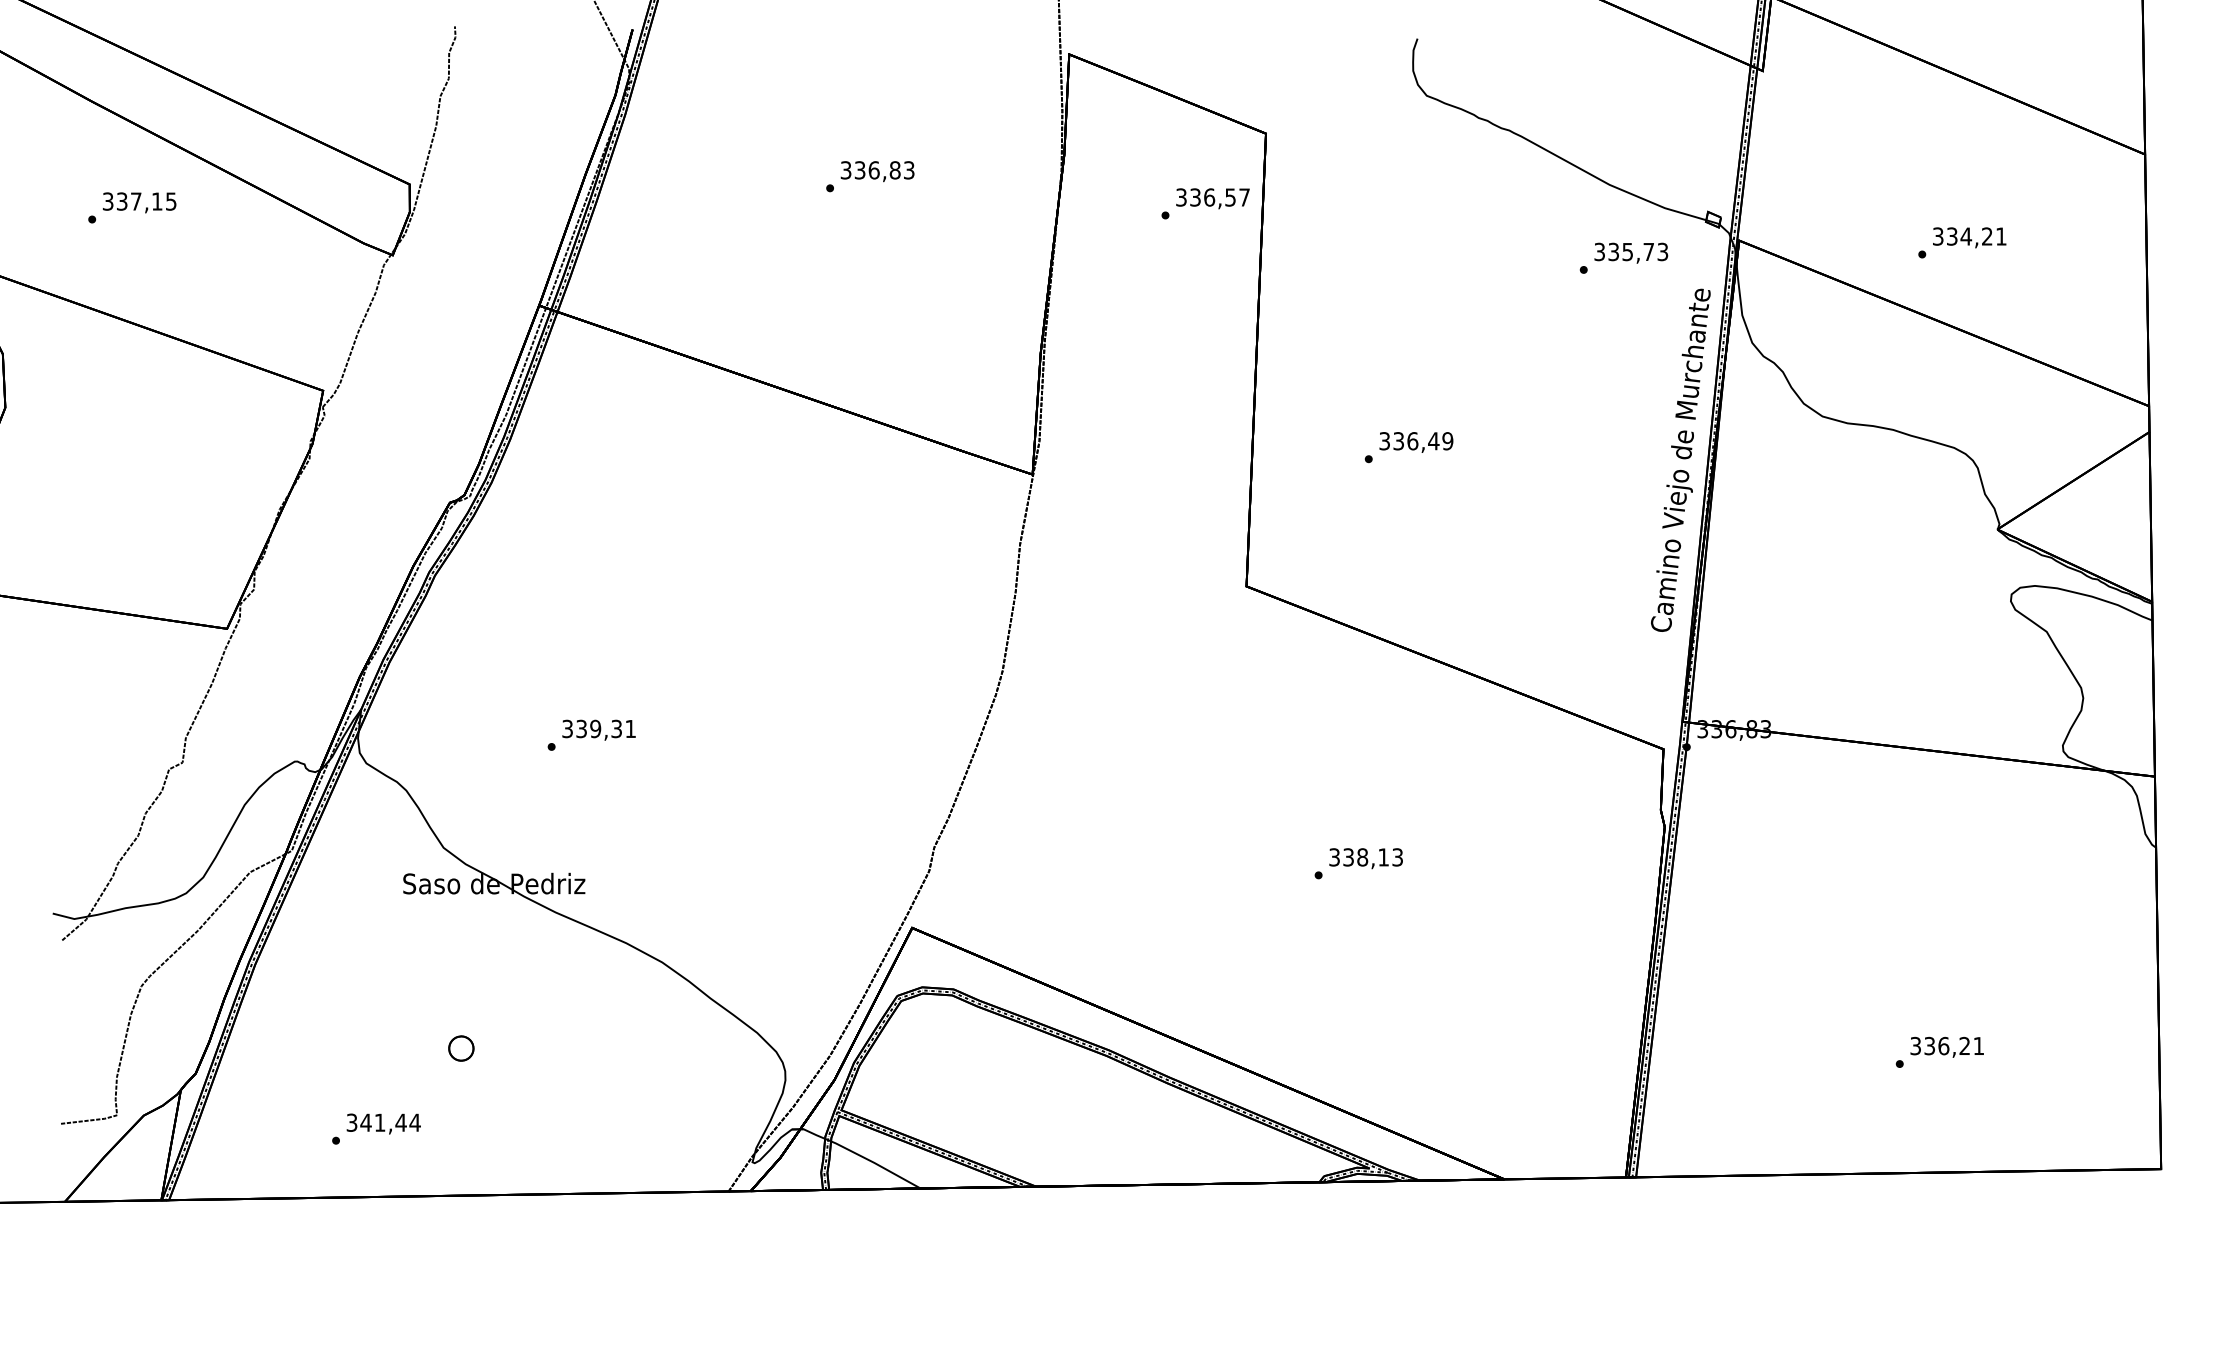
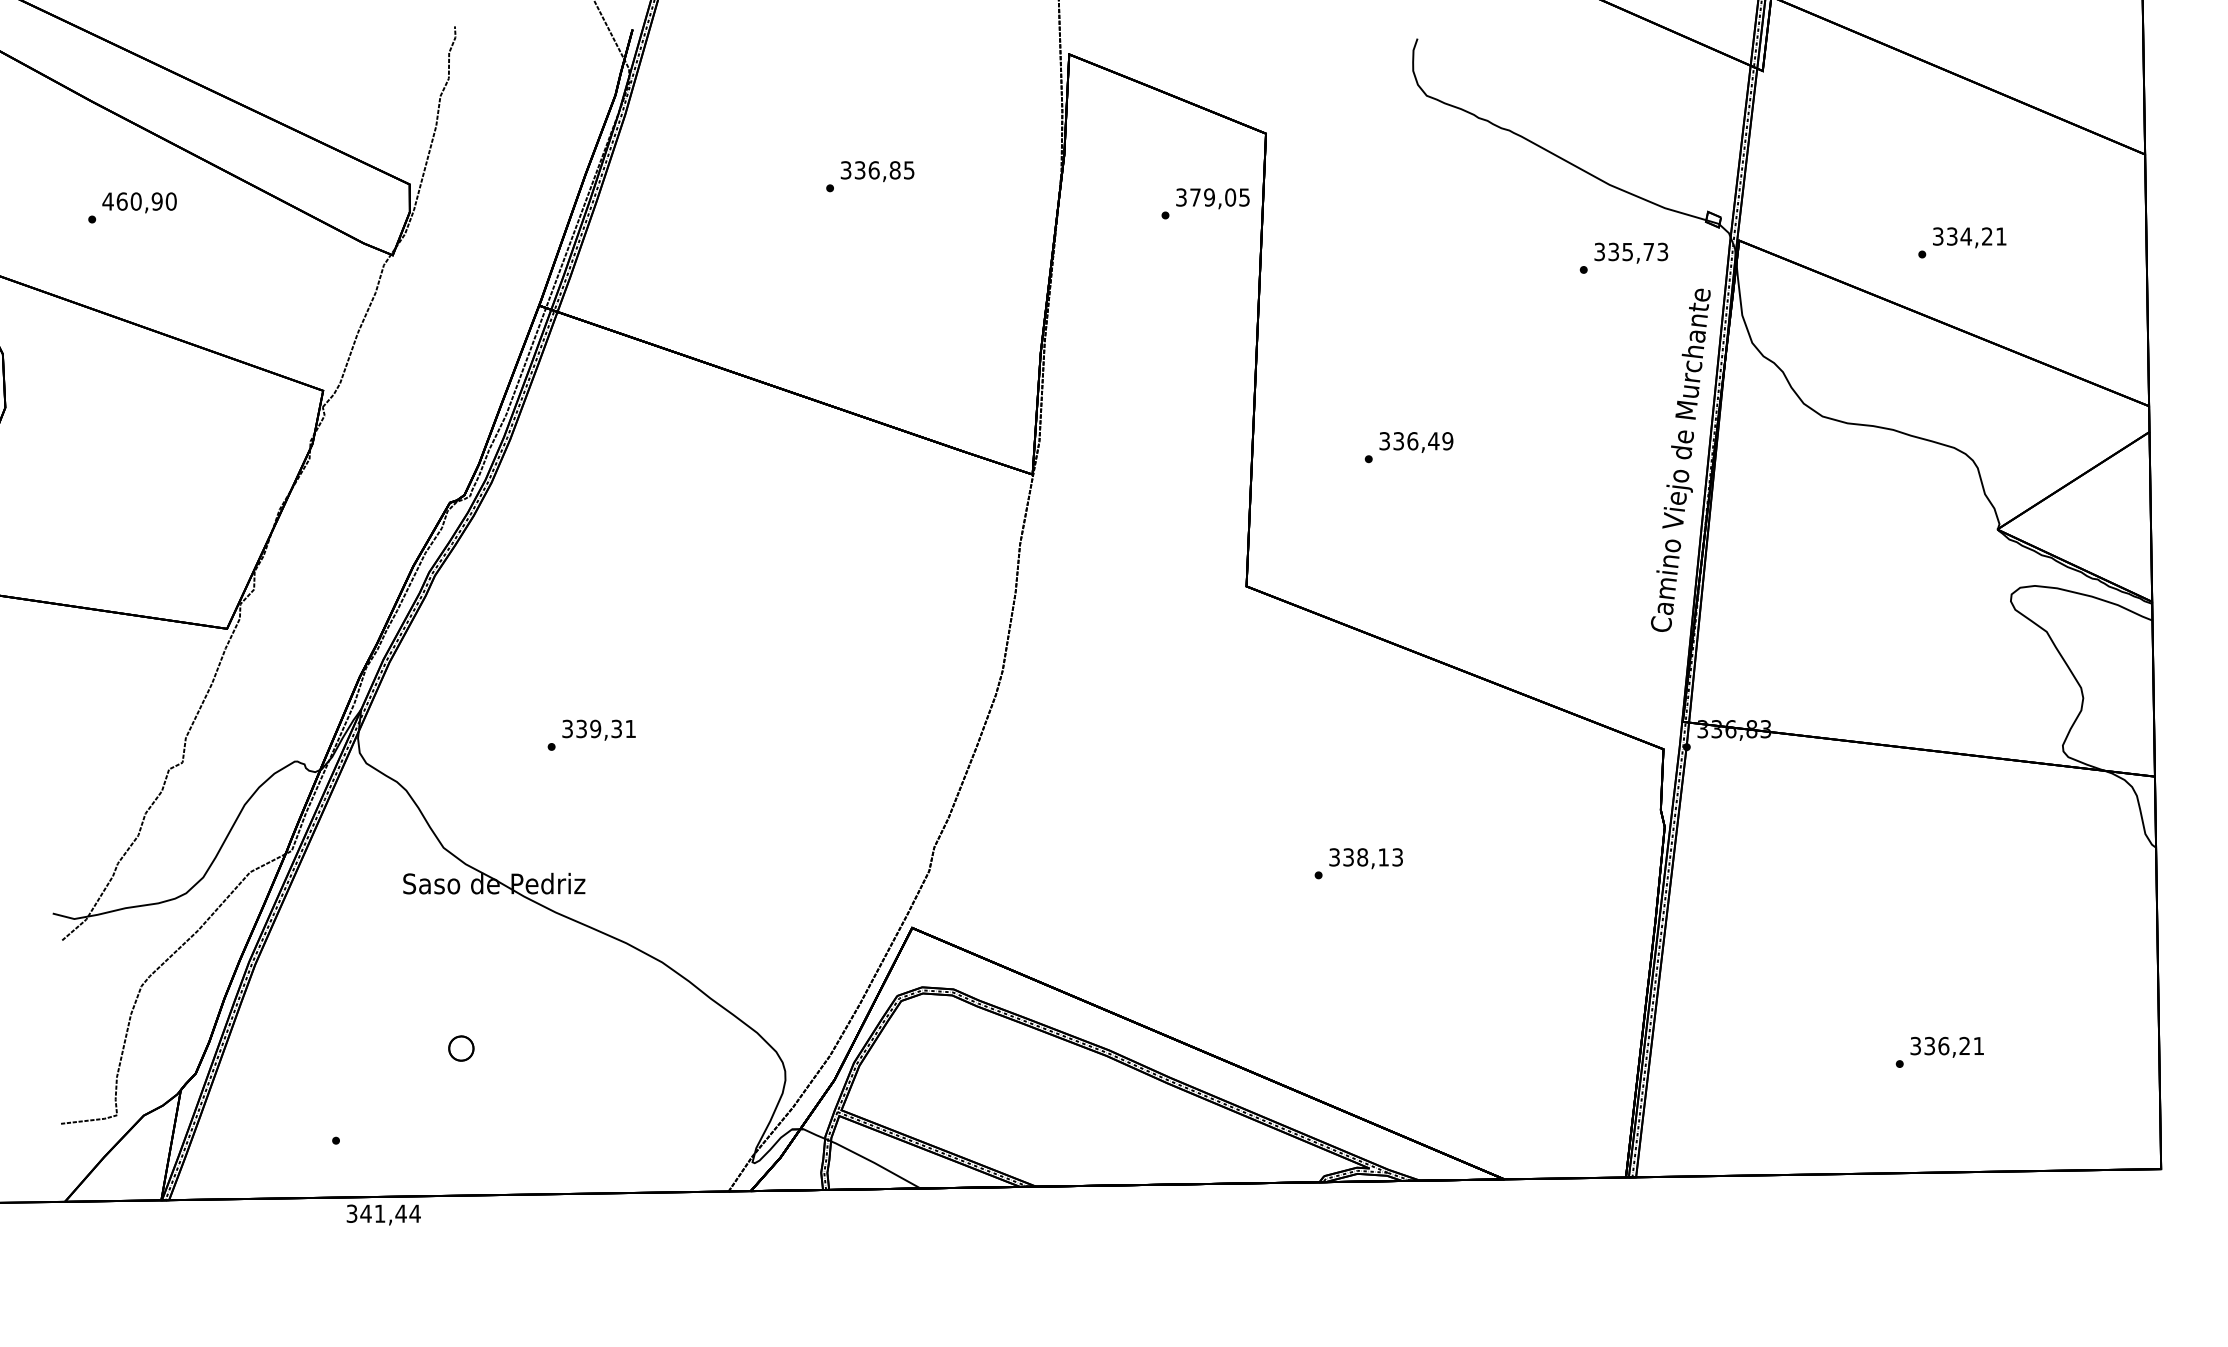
text at (909, 169): 336,83 -> 336,85
text at (1219, 197): 336,57 -> 379,05
text at (139, 201): 337,15 -> 460,90
text at (383, 1123) position: (383, 1123) -> (383, 1214)
